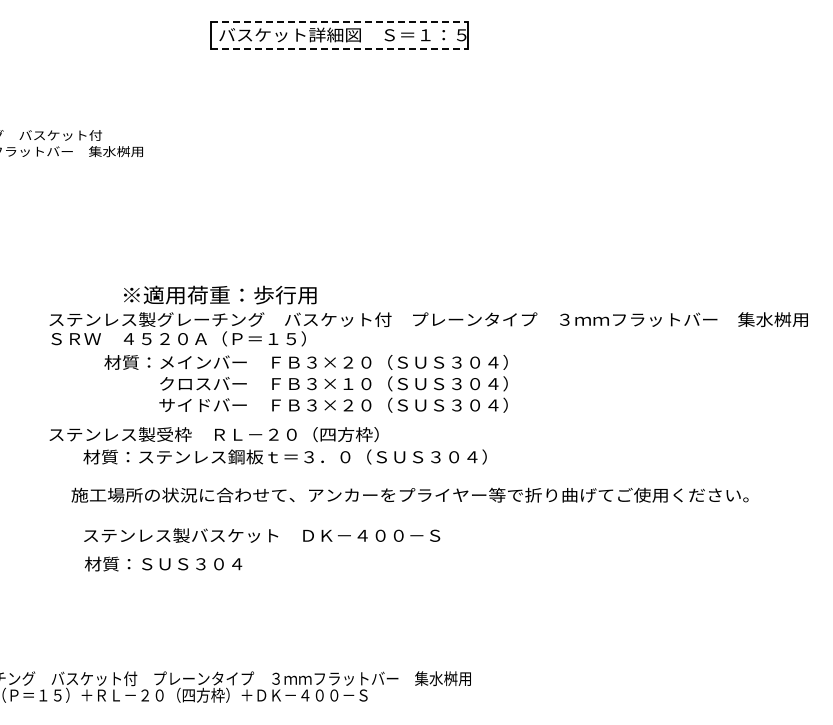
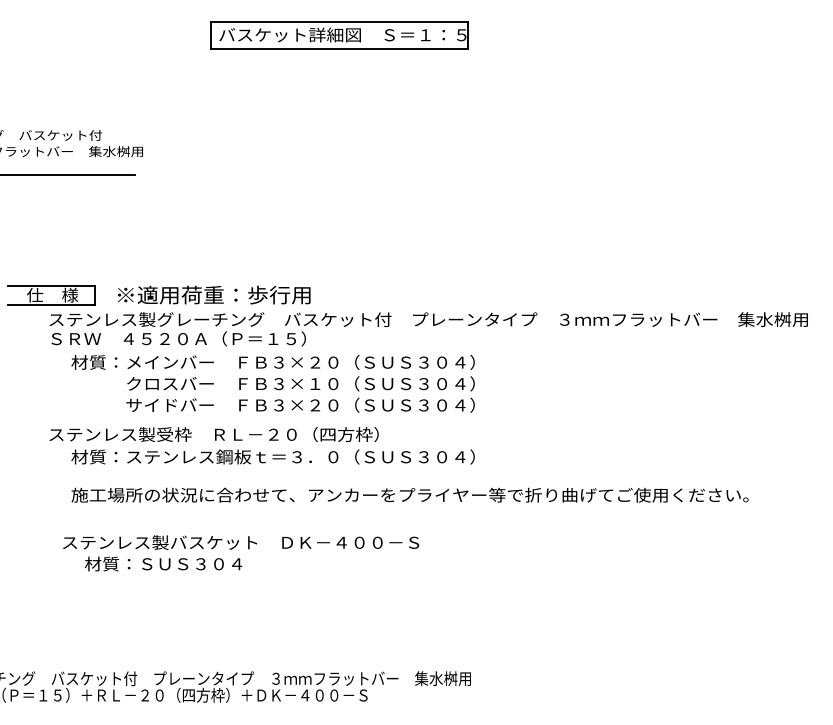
line at (340, 21): dashed -> solid
line at (340, 49): dashed -> solid
line at (68, 174): none -> present
part at (43, 293): none -> present
text at (220, 294) position: (220, 294) -> (214, 294)
text at (305, 383) position: (305, 383) -> (272, 383)
text at (284, 456) position: (284, 456) -> (272, 456)
text at (262, 535) position: (262, 535) -> (241, 542)
